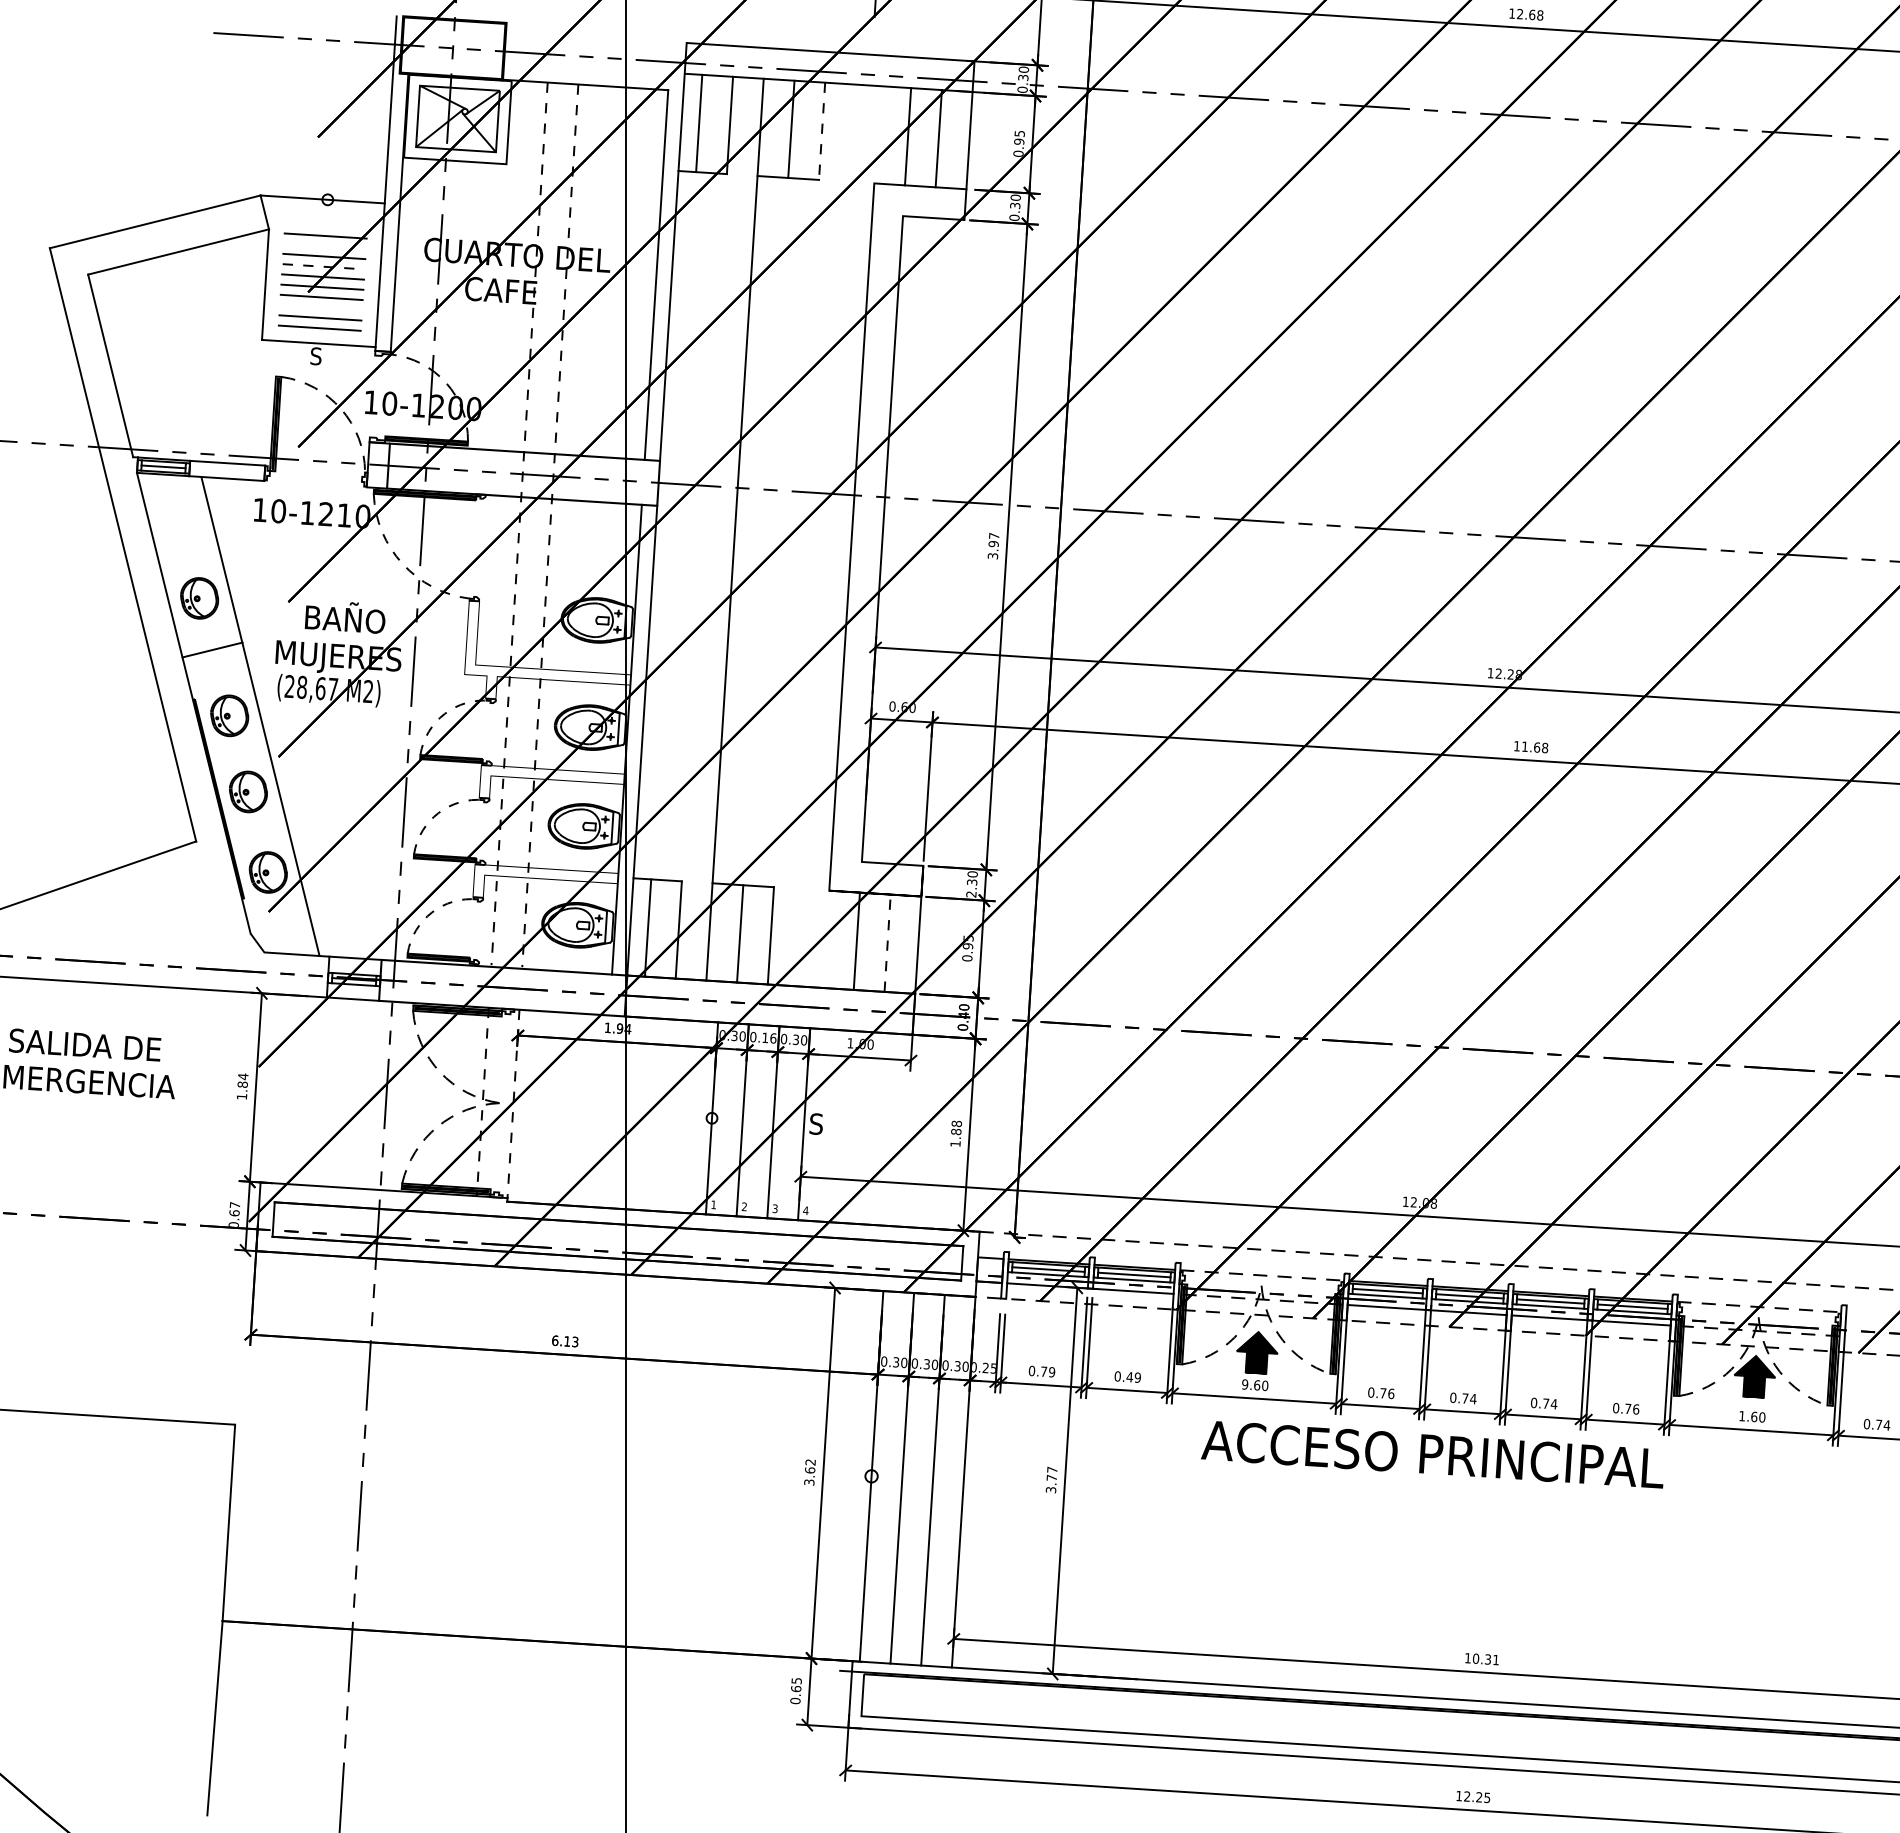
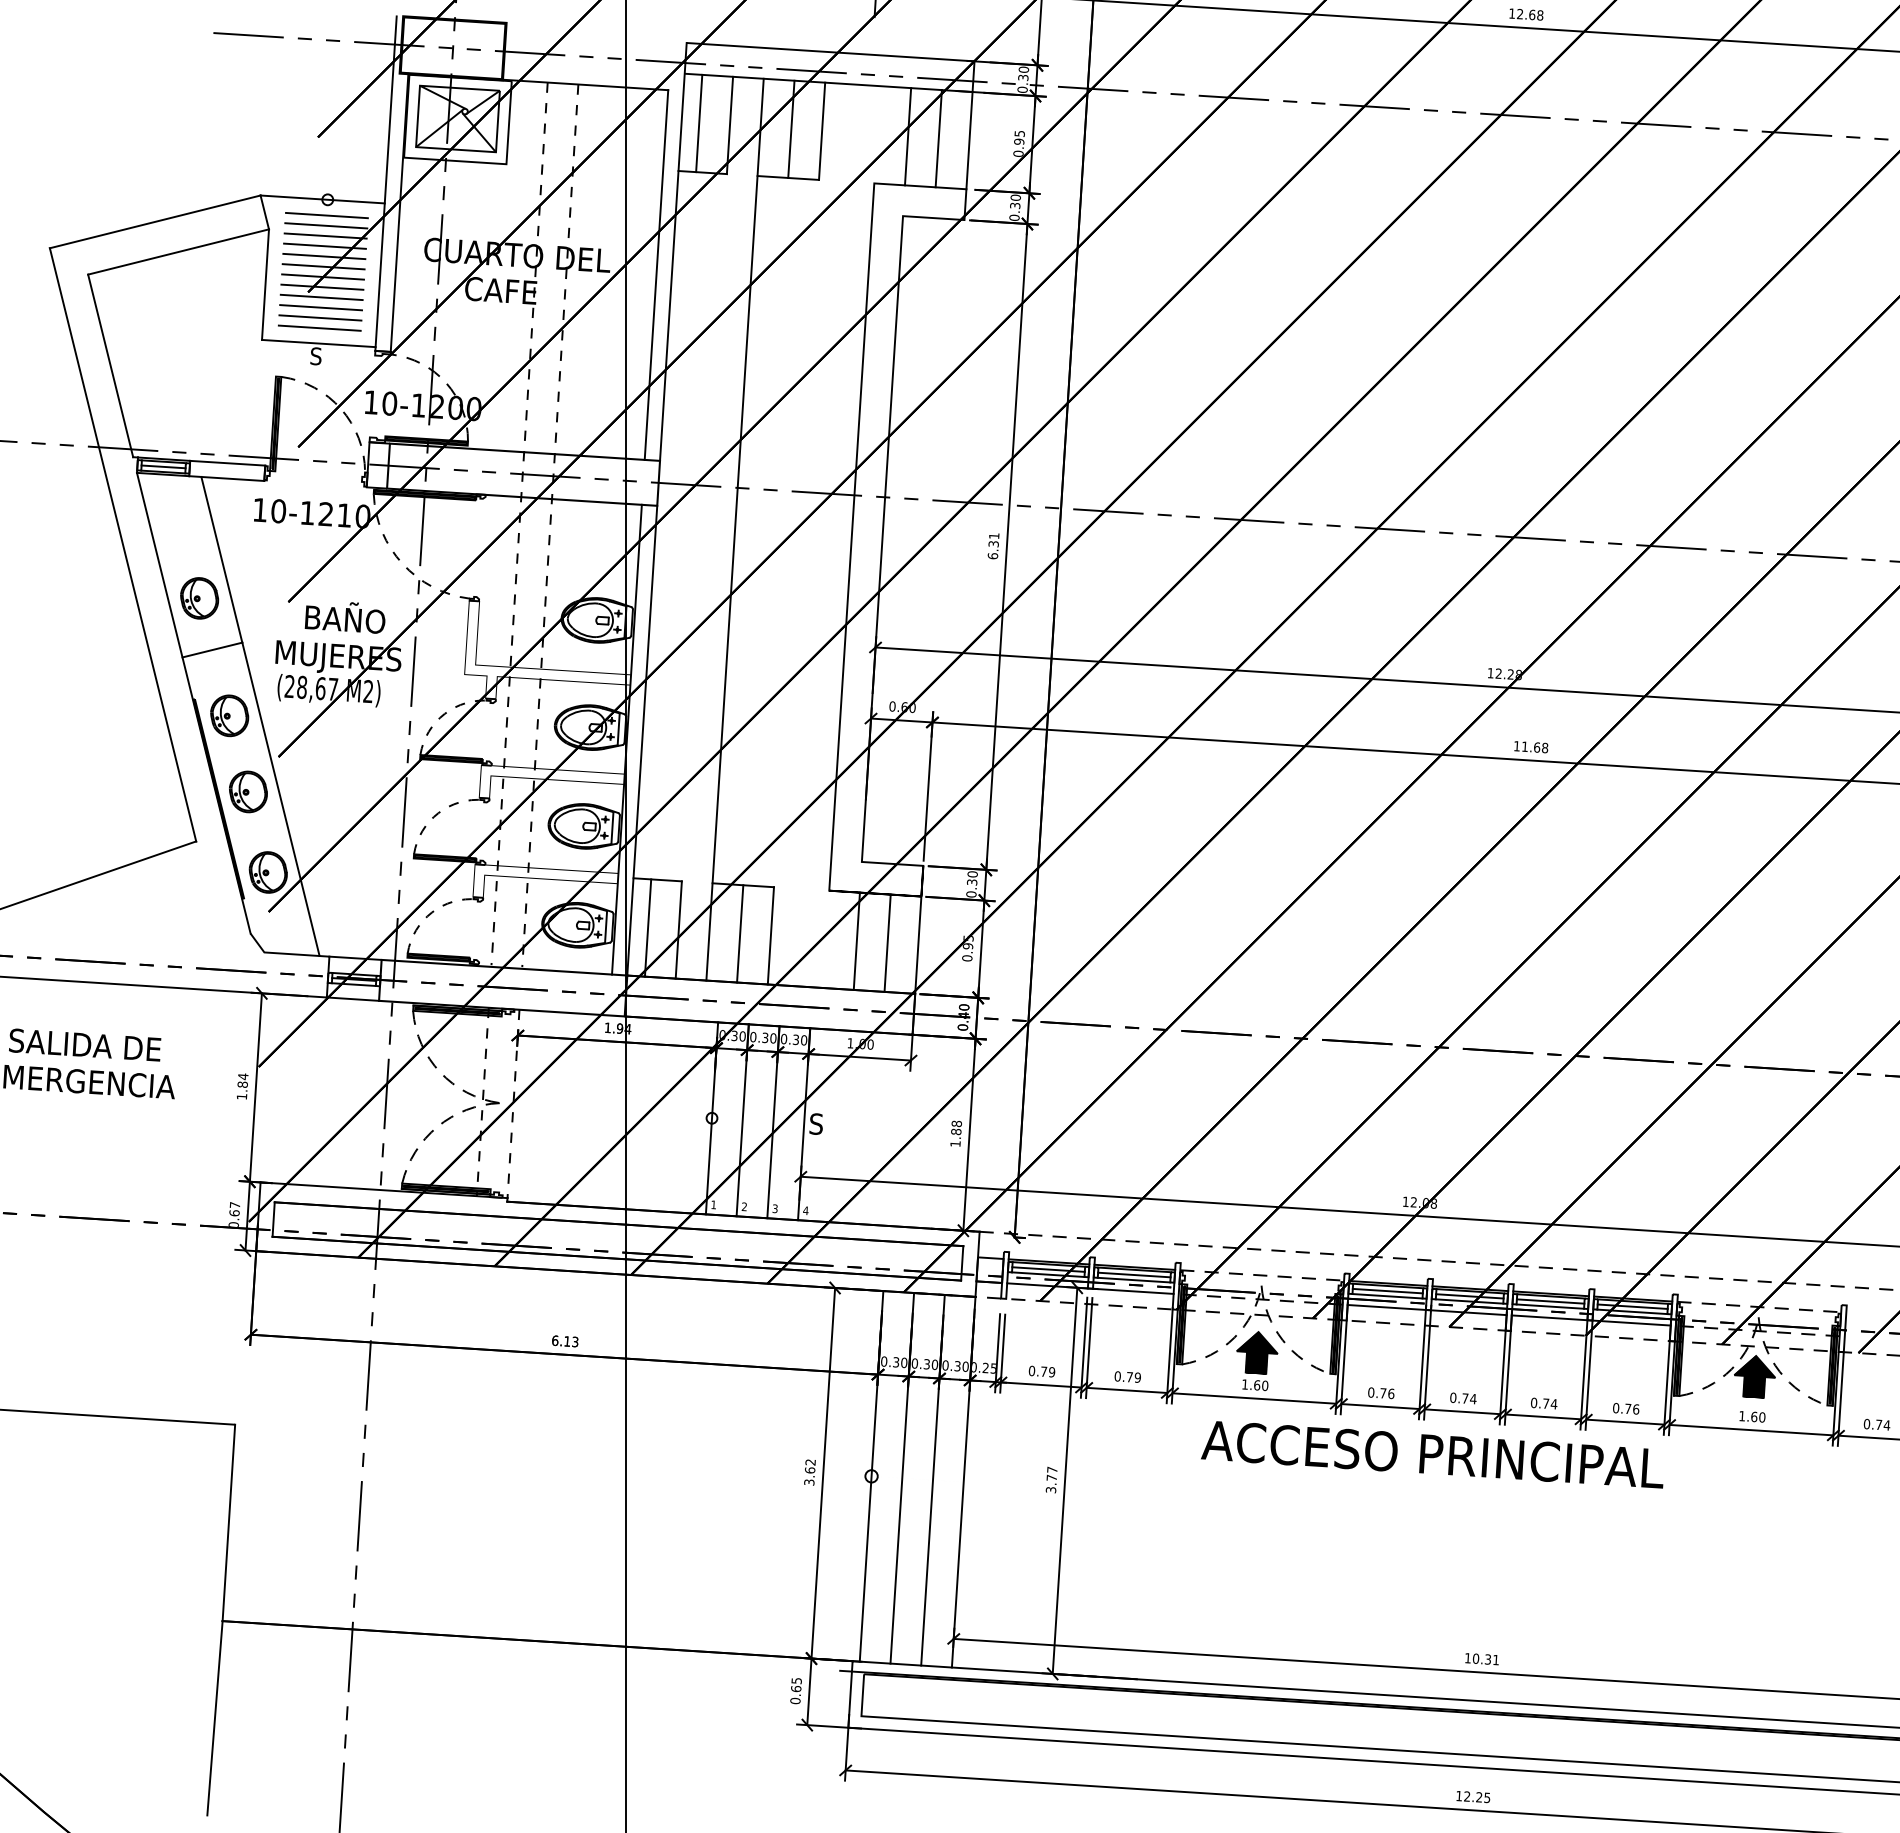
line at (822, 131): dashed -> solid
line at (326, 215): none -> present
line at (326, 225): none -> present
line at (324, 245): none -> present
line at (324, 266): dashed -> solid
line at (321, 307): none -> present
text at (993, 545): 3.97 -> 6.31
text at (971, 894): 2.30 -> 0.30
line at (887, 943): dashed -> solid
text at (769, 1037): 0.16 -> 0.30
text at (1129, 1377): 0.49 -> 0.79
text at (1245, 1384): 9.60 -> 1.60
